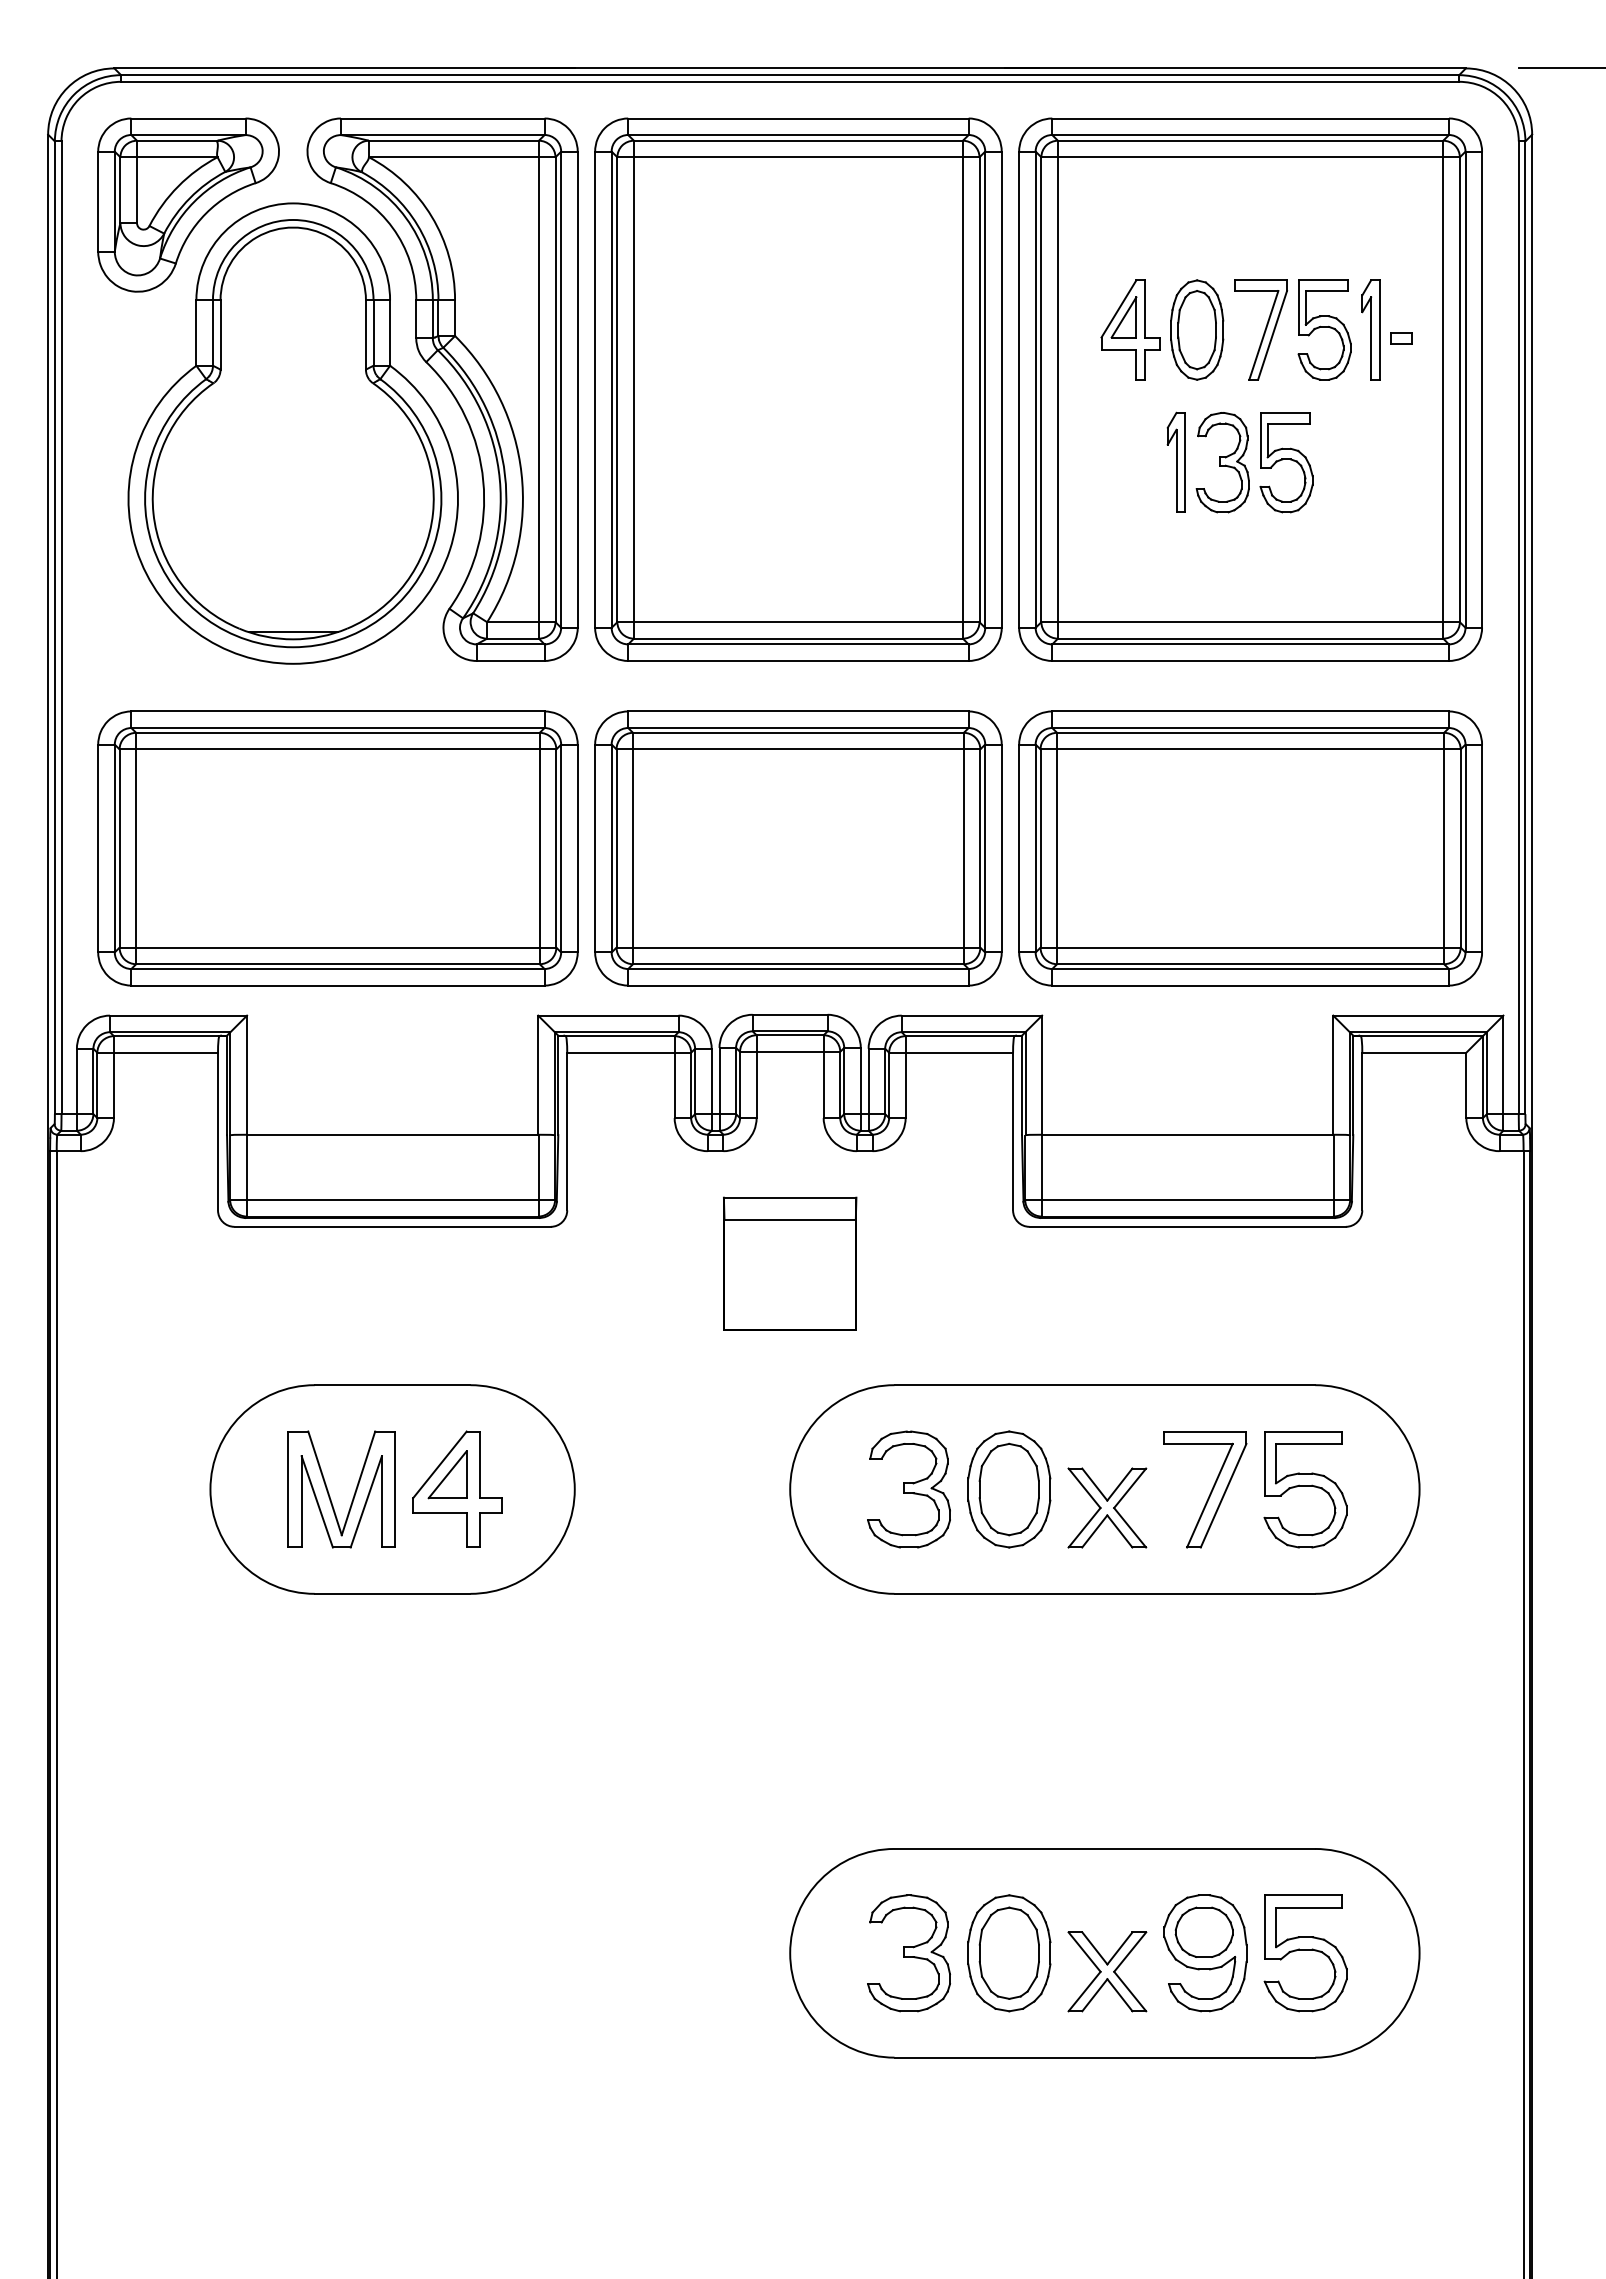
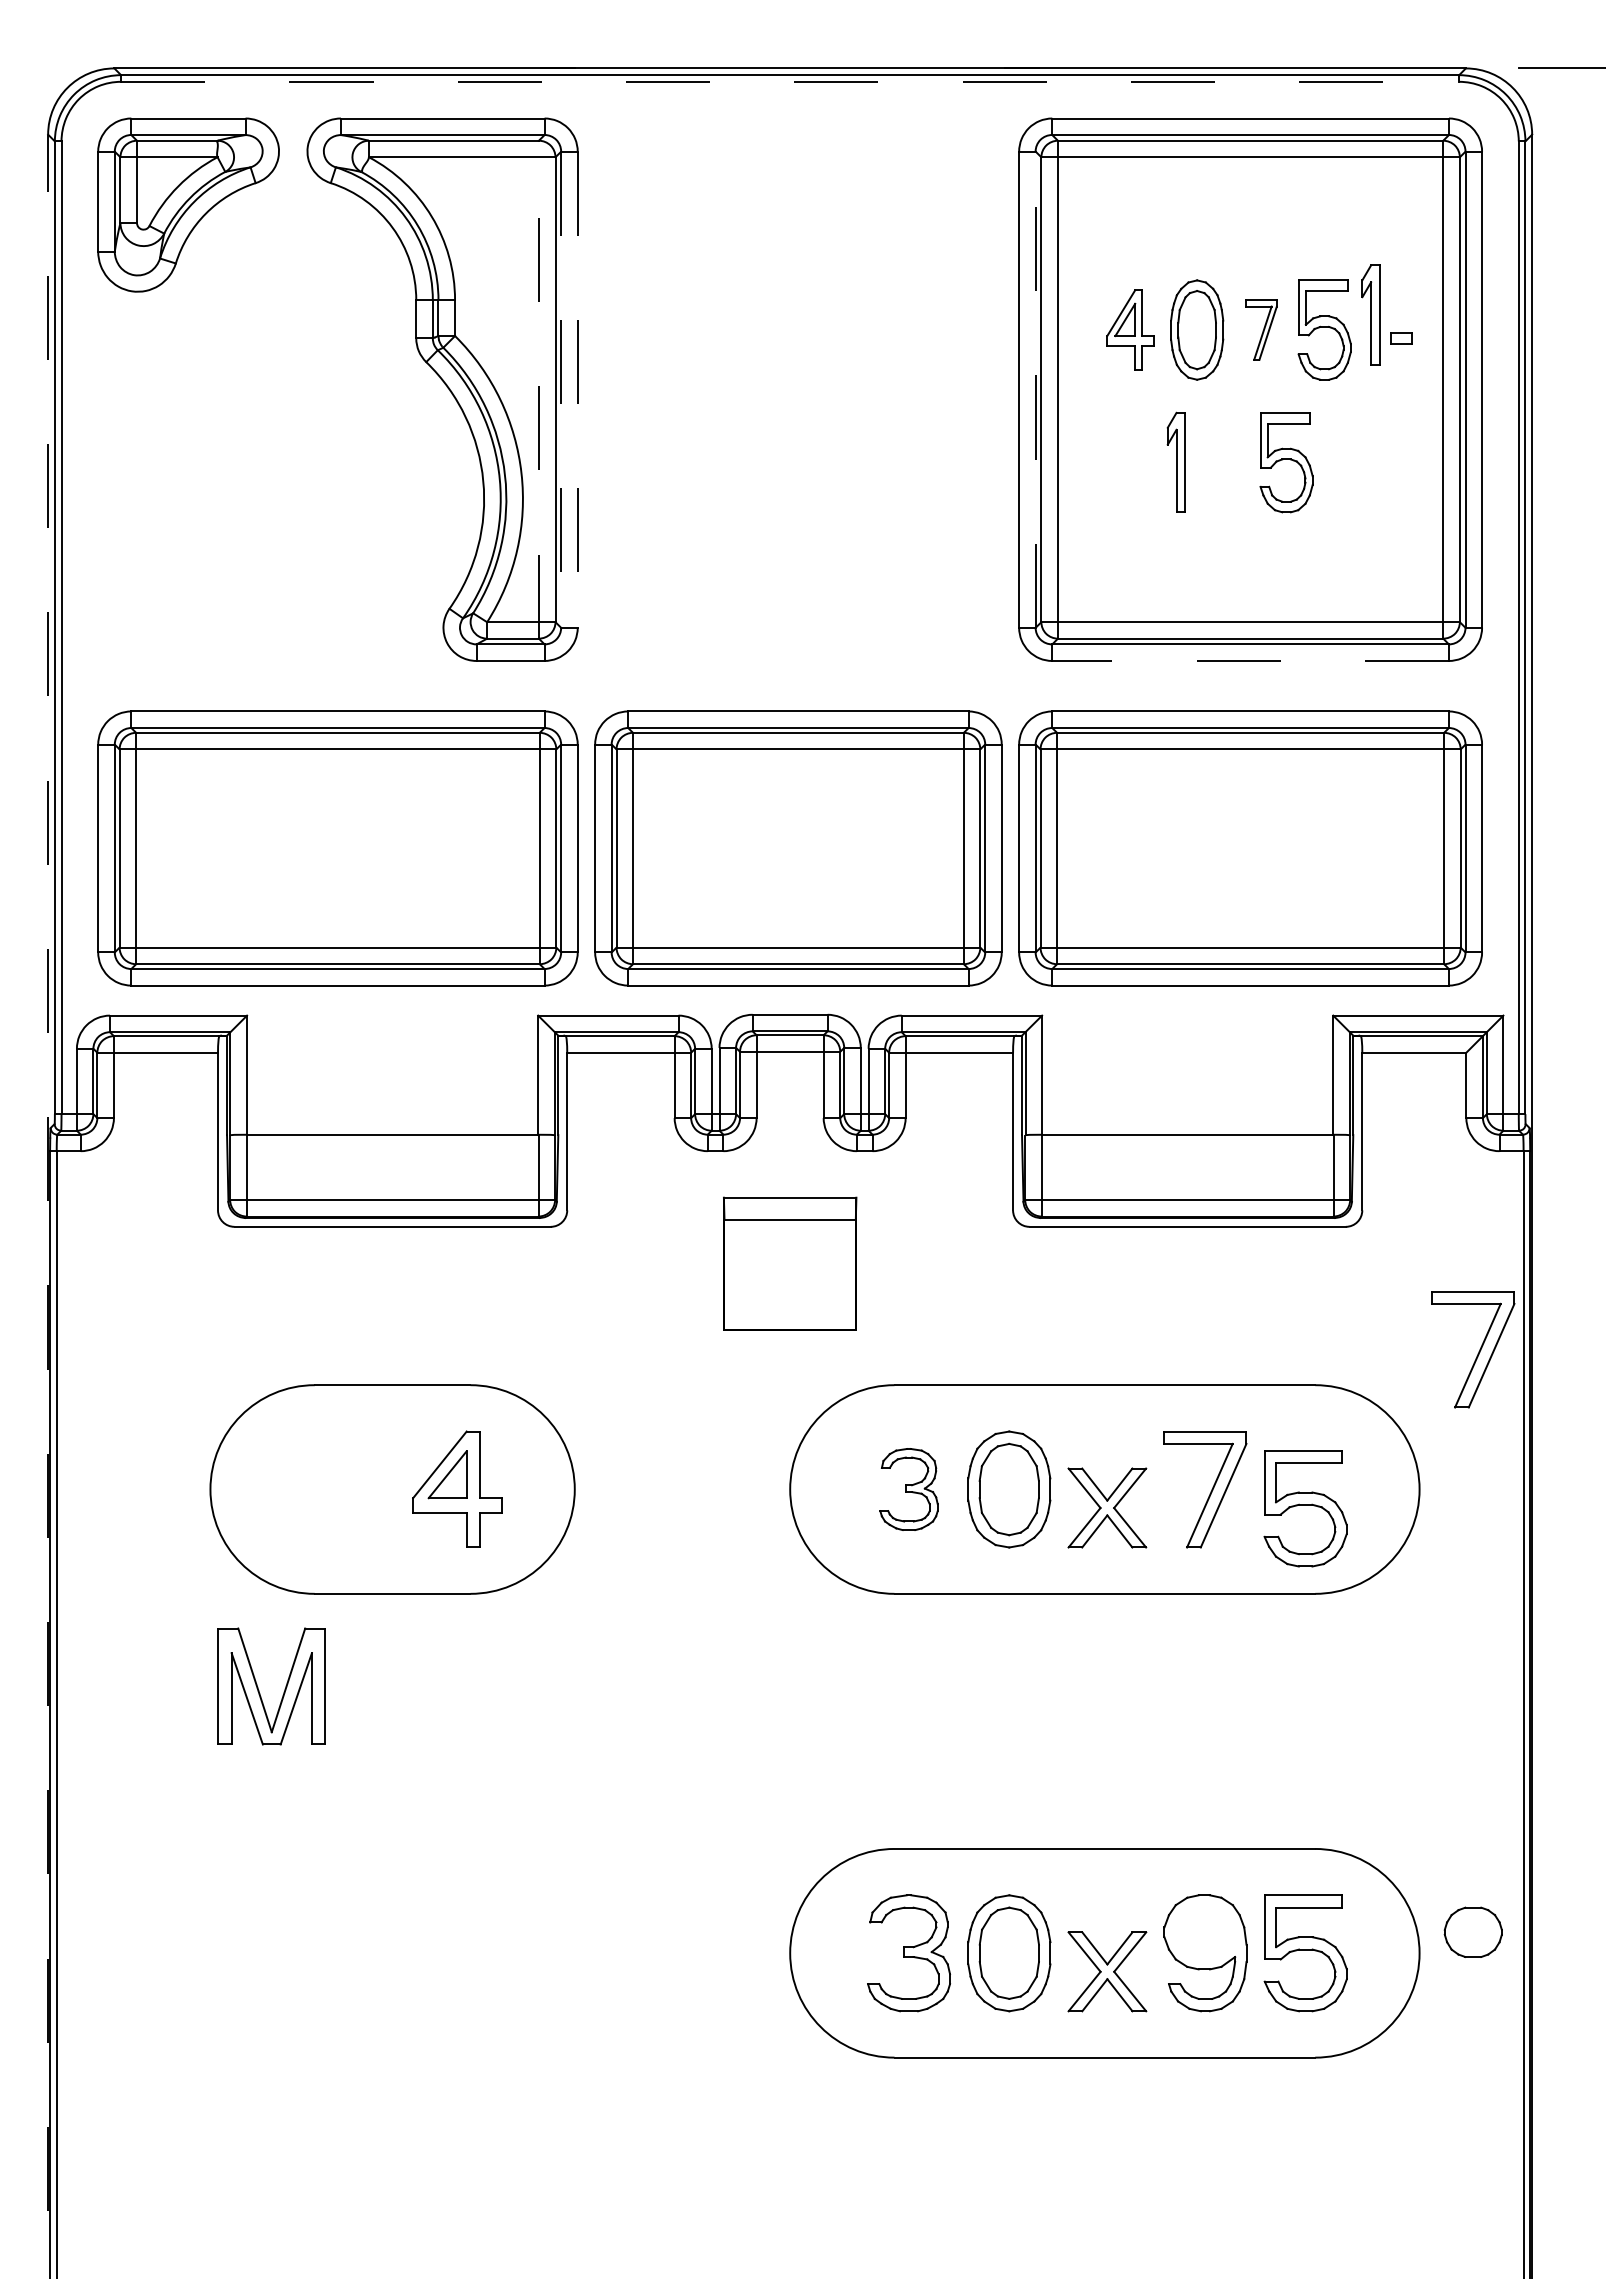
line at (790, 81): solid -> dashed
part at (1130, 329) size: 61x102 px -> 49x82 px
part at (1261, 329) size: 55x102 px -> 33x62 px
part at (1370, 329) position: (1370, 329) -> (1370, 314)
line at (538, 389): solid -> dashed
part at (798, 389): present -> none
line at (1035, 389): solid -> dashed
line at (561, 390): solid -> dashed
line at (577, 390): solid -> dashed
part at (292, 433): present -> none
part at (1222, 462): present -> none
line at (1250, 660): solid -> dashed
line at (48, 1206): solid -> dashed
part at (1473, 1349): none -> present
part at (908, 1489) size: 84x119 px -> 60x83 px
part at (1305, 1489) position: (1305, 1489) -> (1305, 1508)
part at (329, 1493) position: (329, 1493) -> (259, 1690)
part at (1203, 1931) position: (1203, 1931) -> (1472, 1931)
